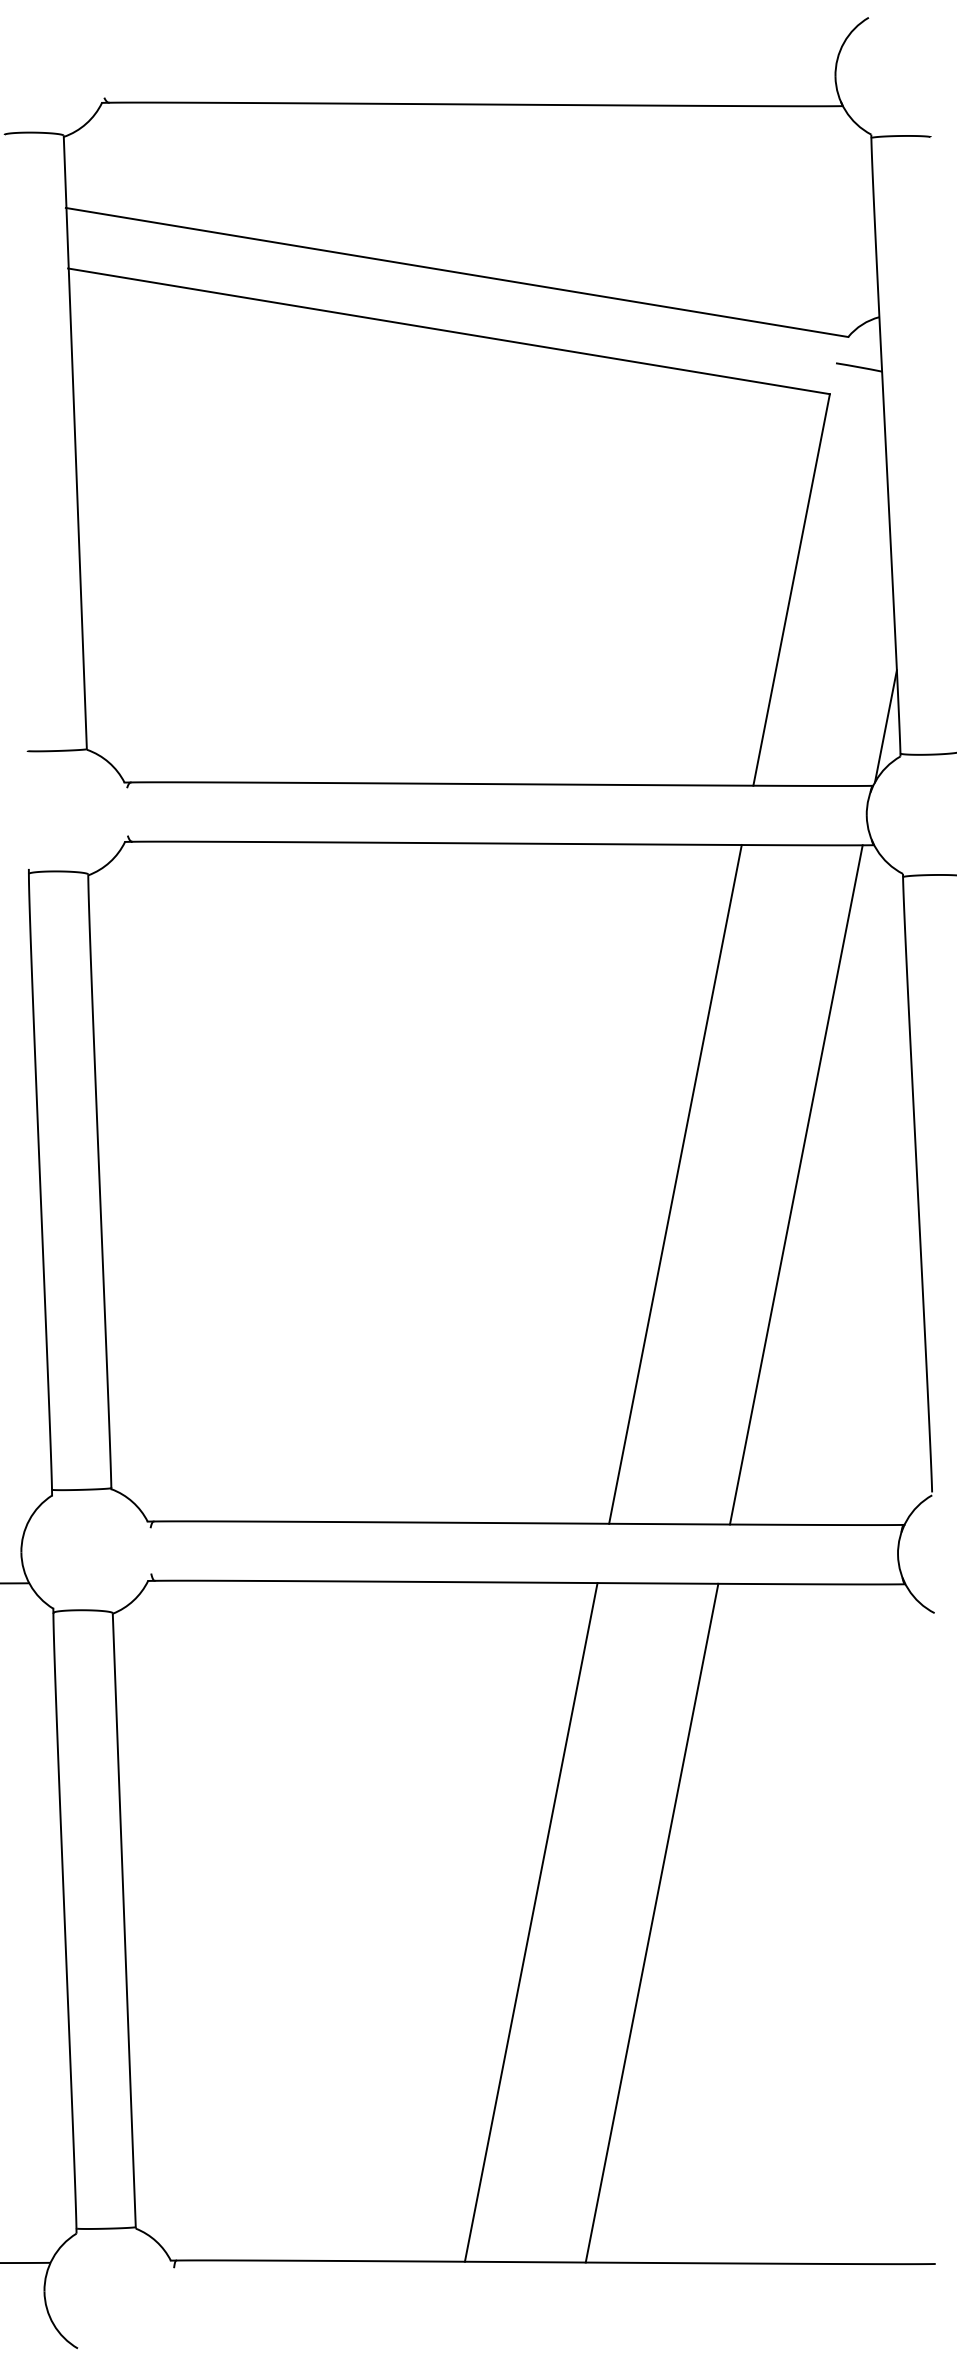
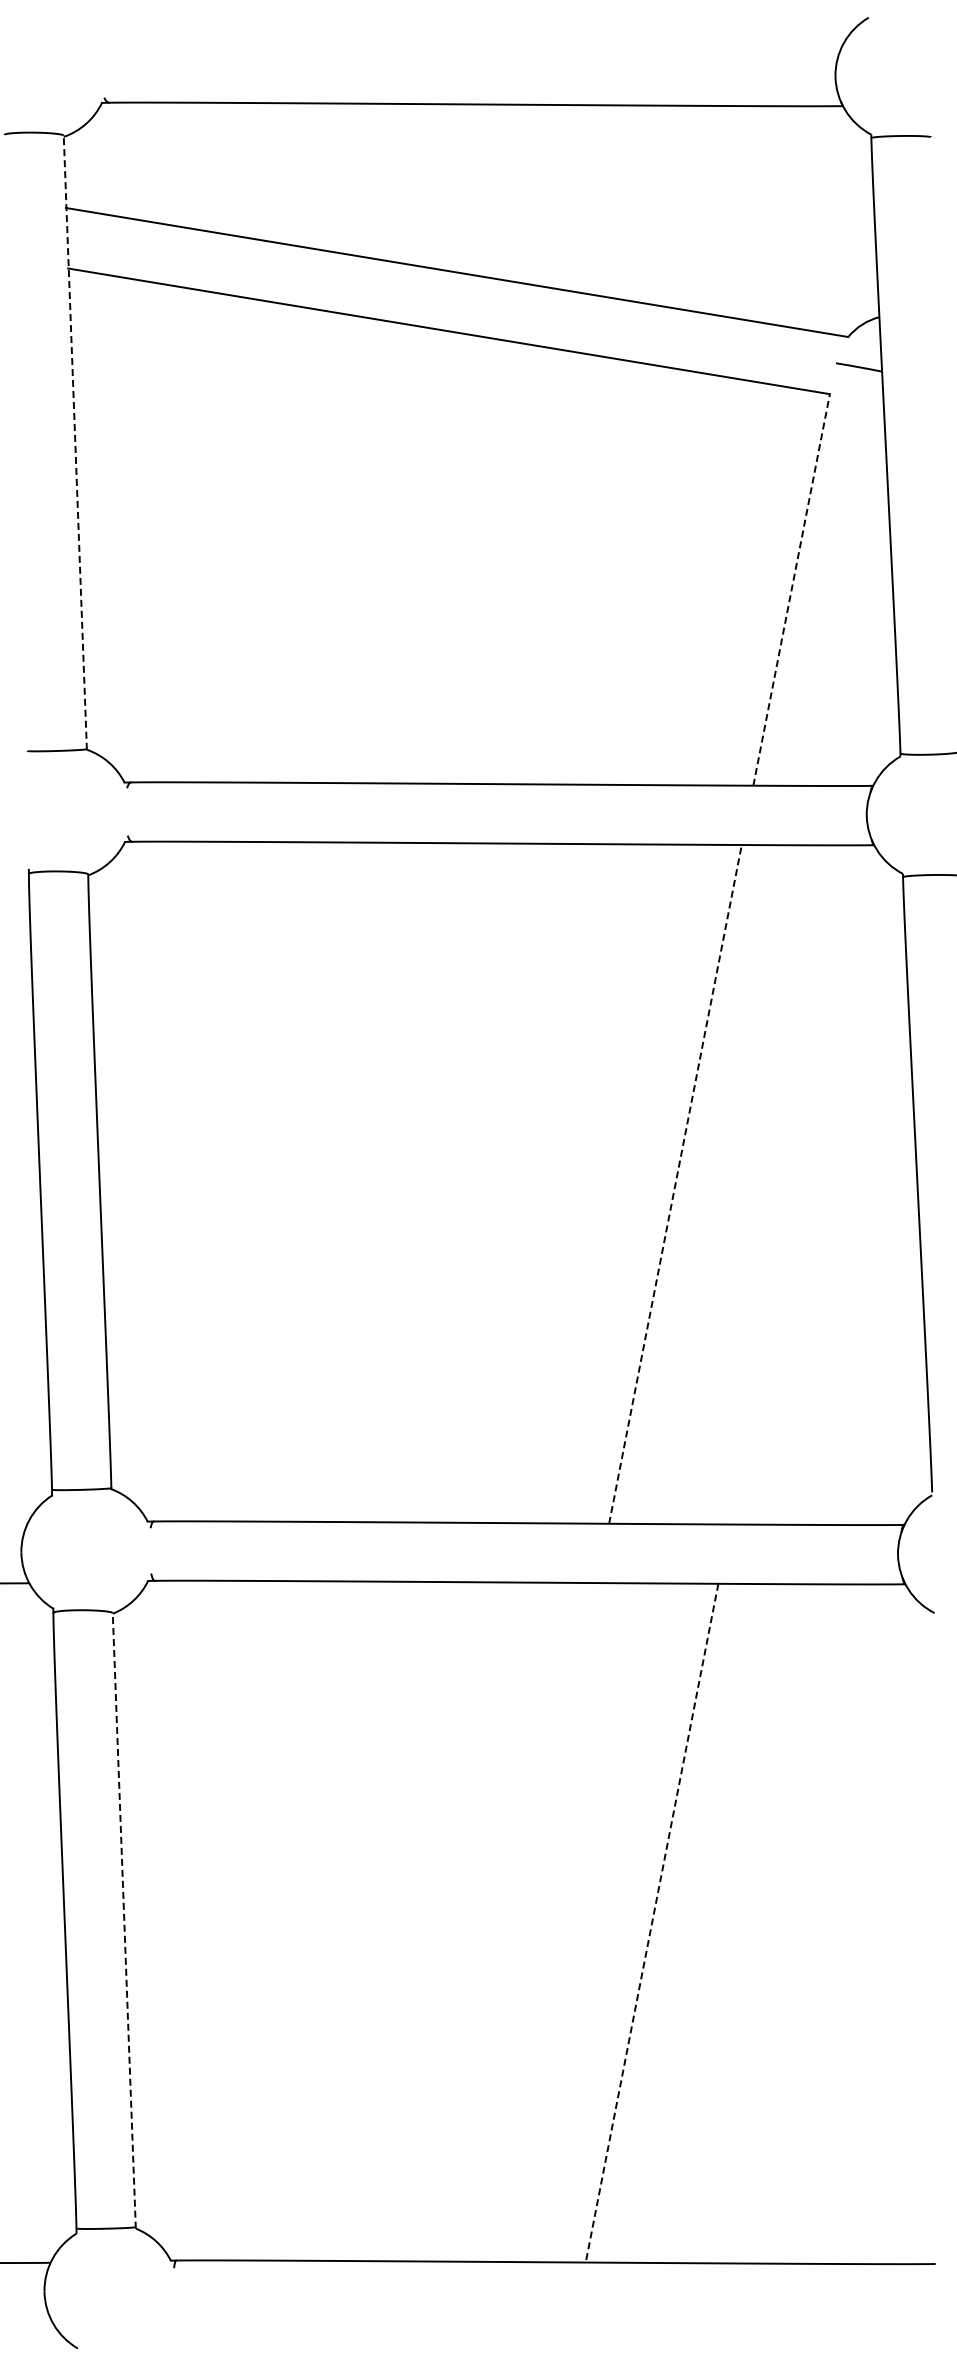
line at (75, 441): solid -> dashed
line at (791, 589): solid -> dashed
line at (885, 726): present -> none
line at (675, 1184): solid -> dashed
line at (795, 1184): present -> none
line at (124, 1921): solid -> dashed
line at (530, 1922): present -> none
line at (652, 1923): solid -> dashed
